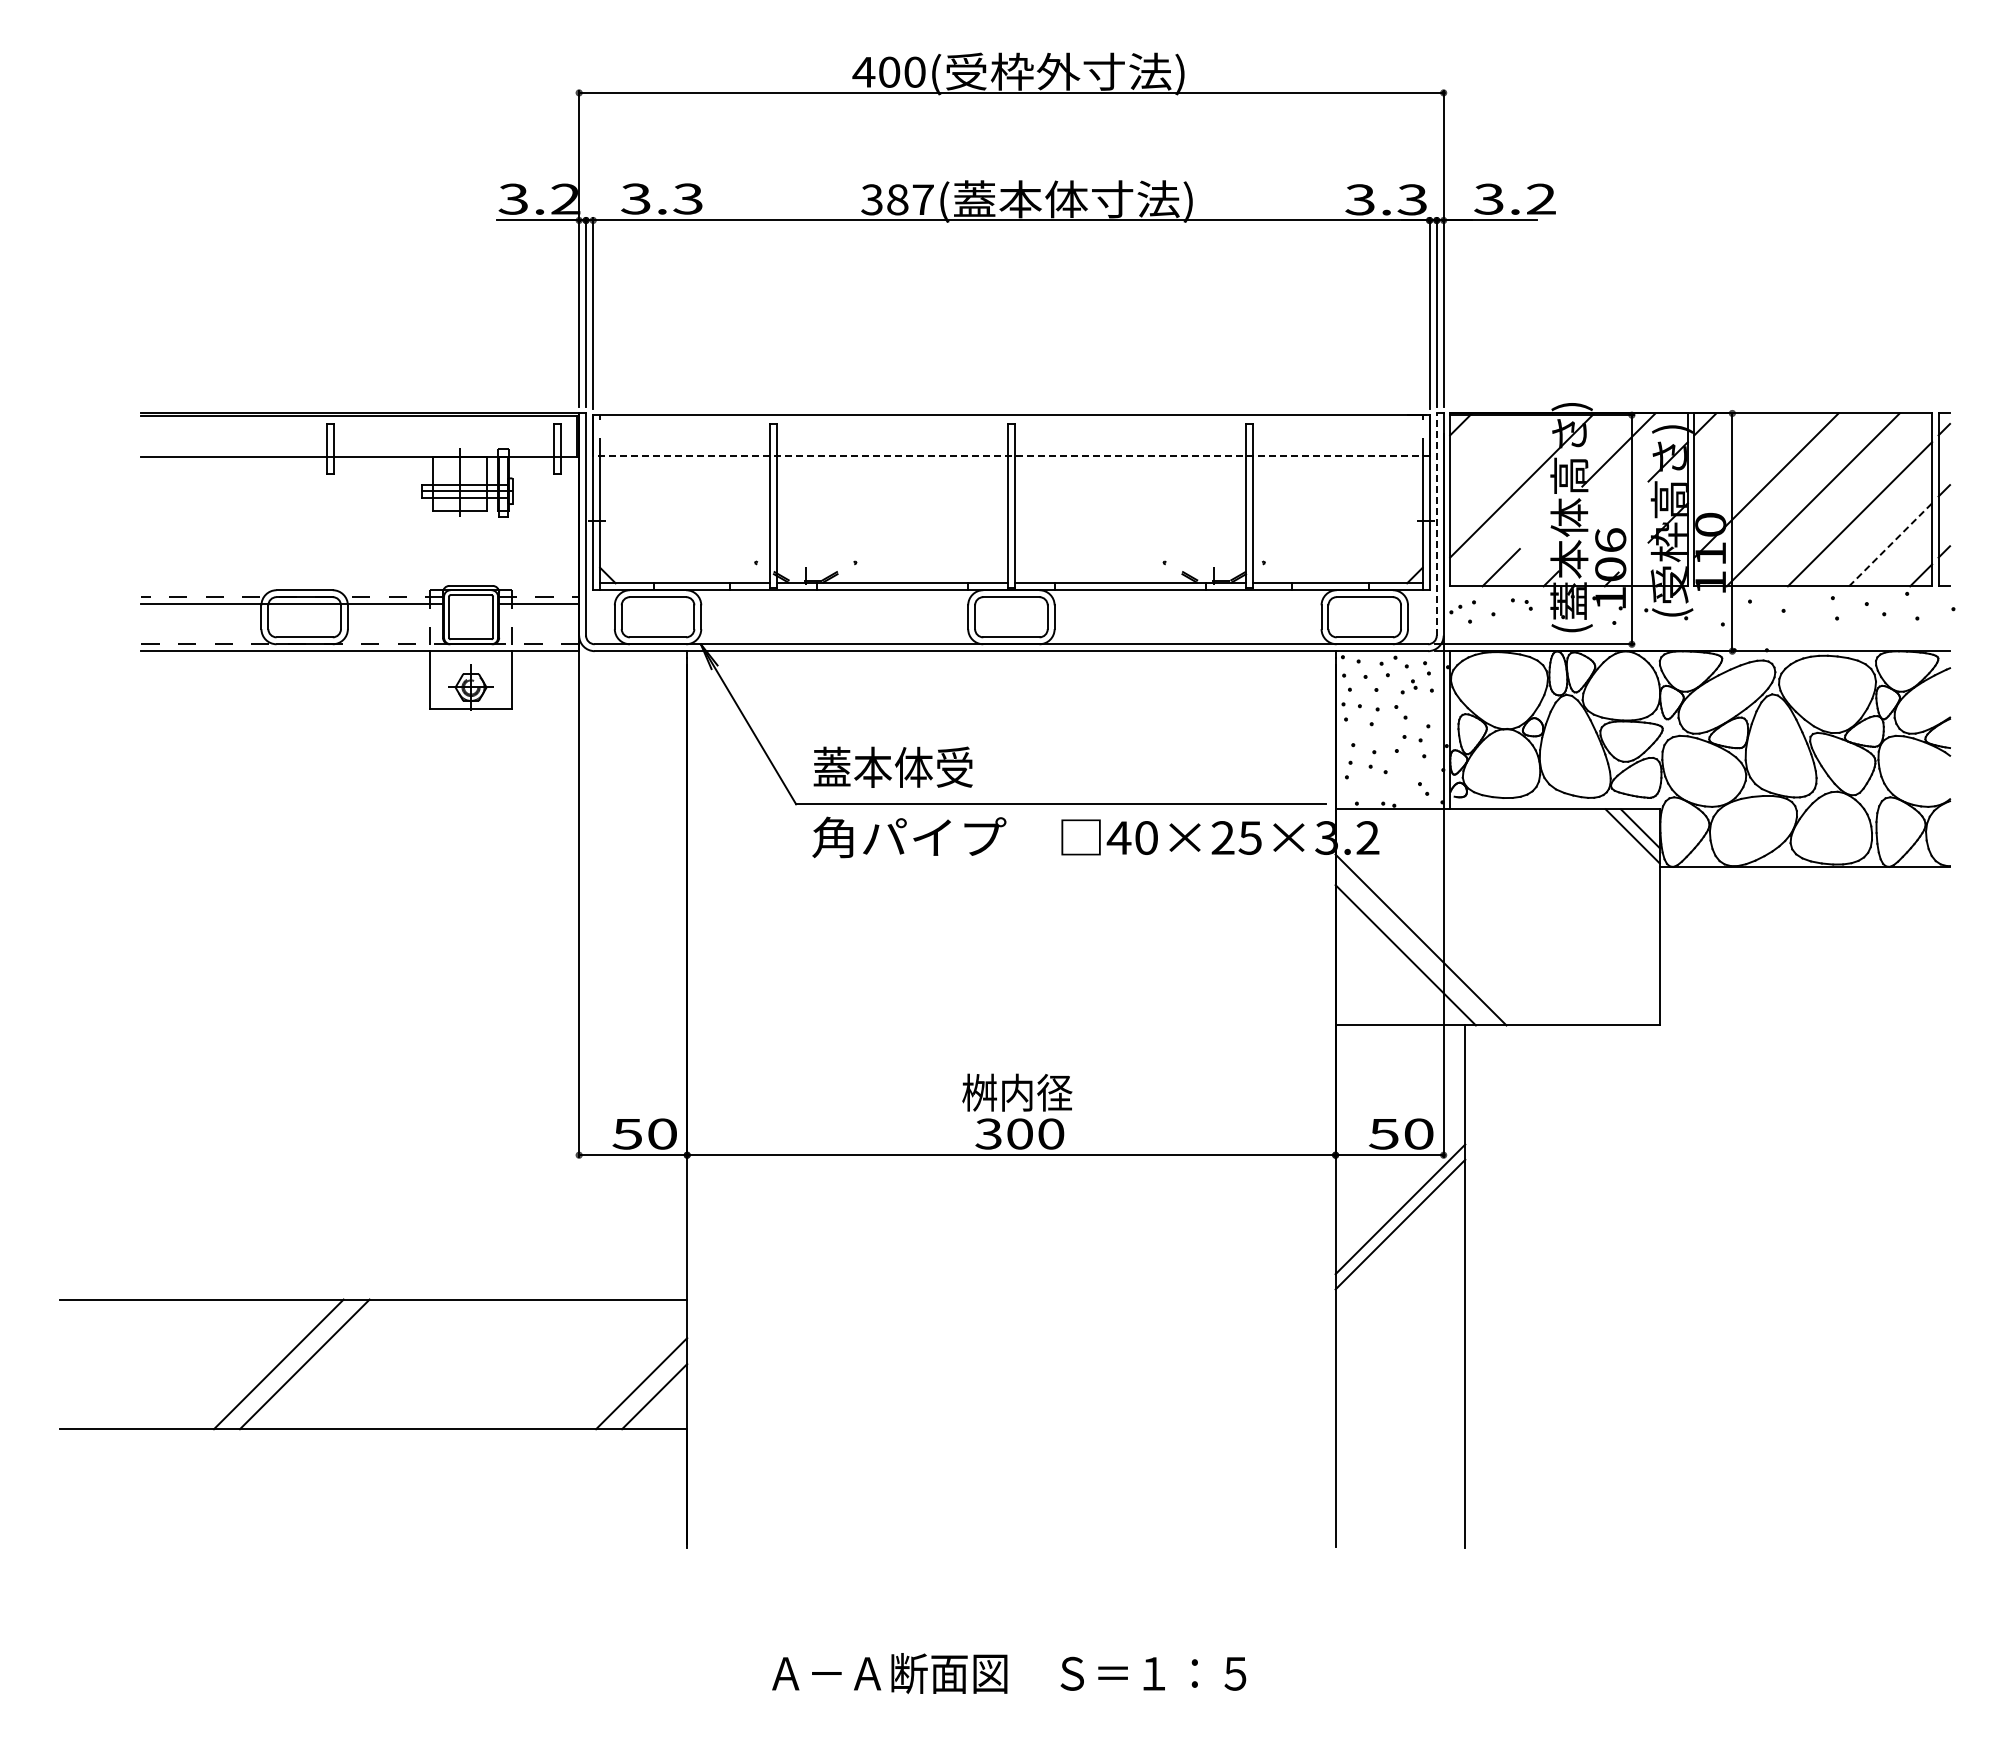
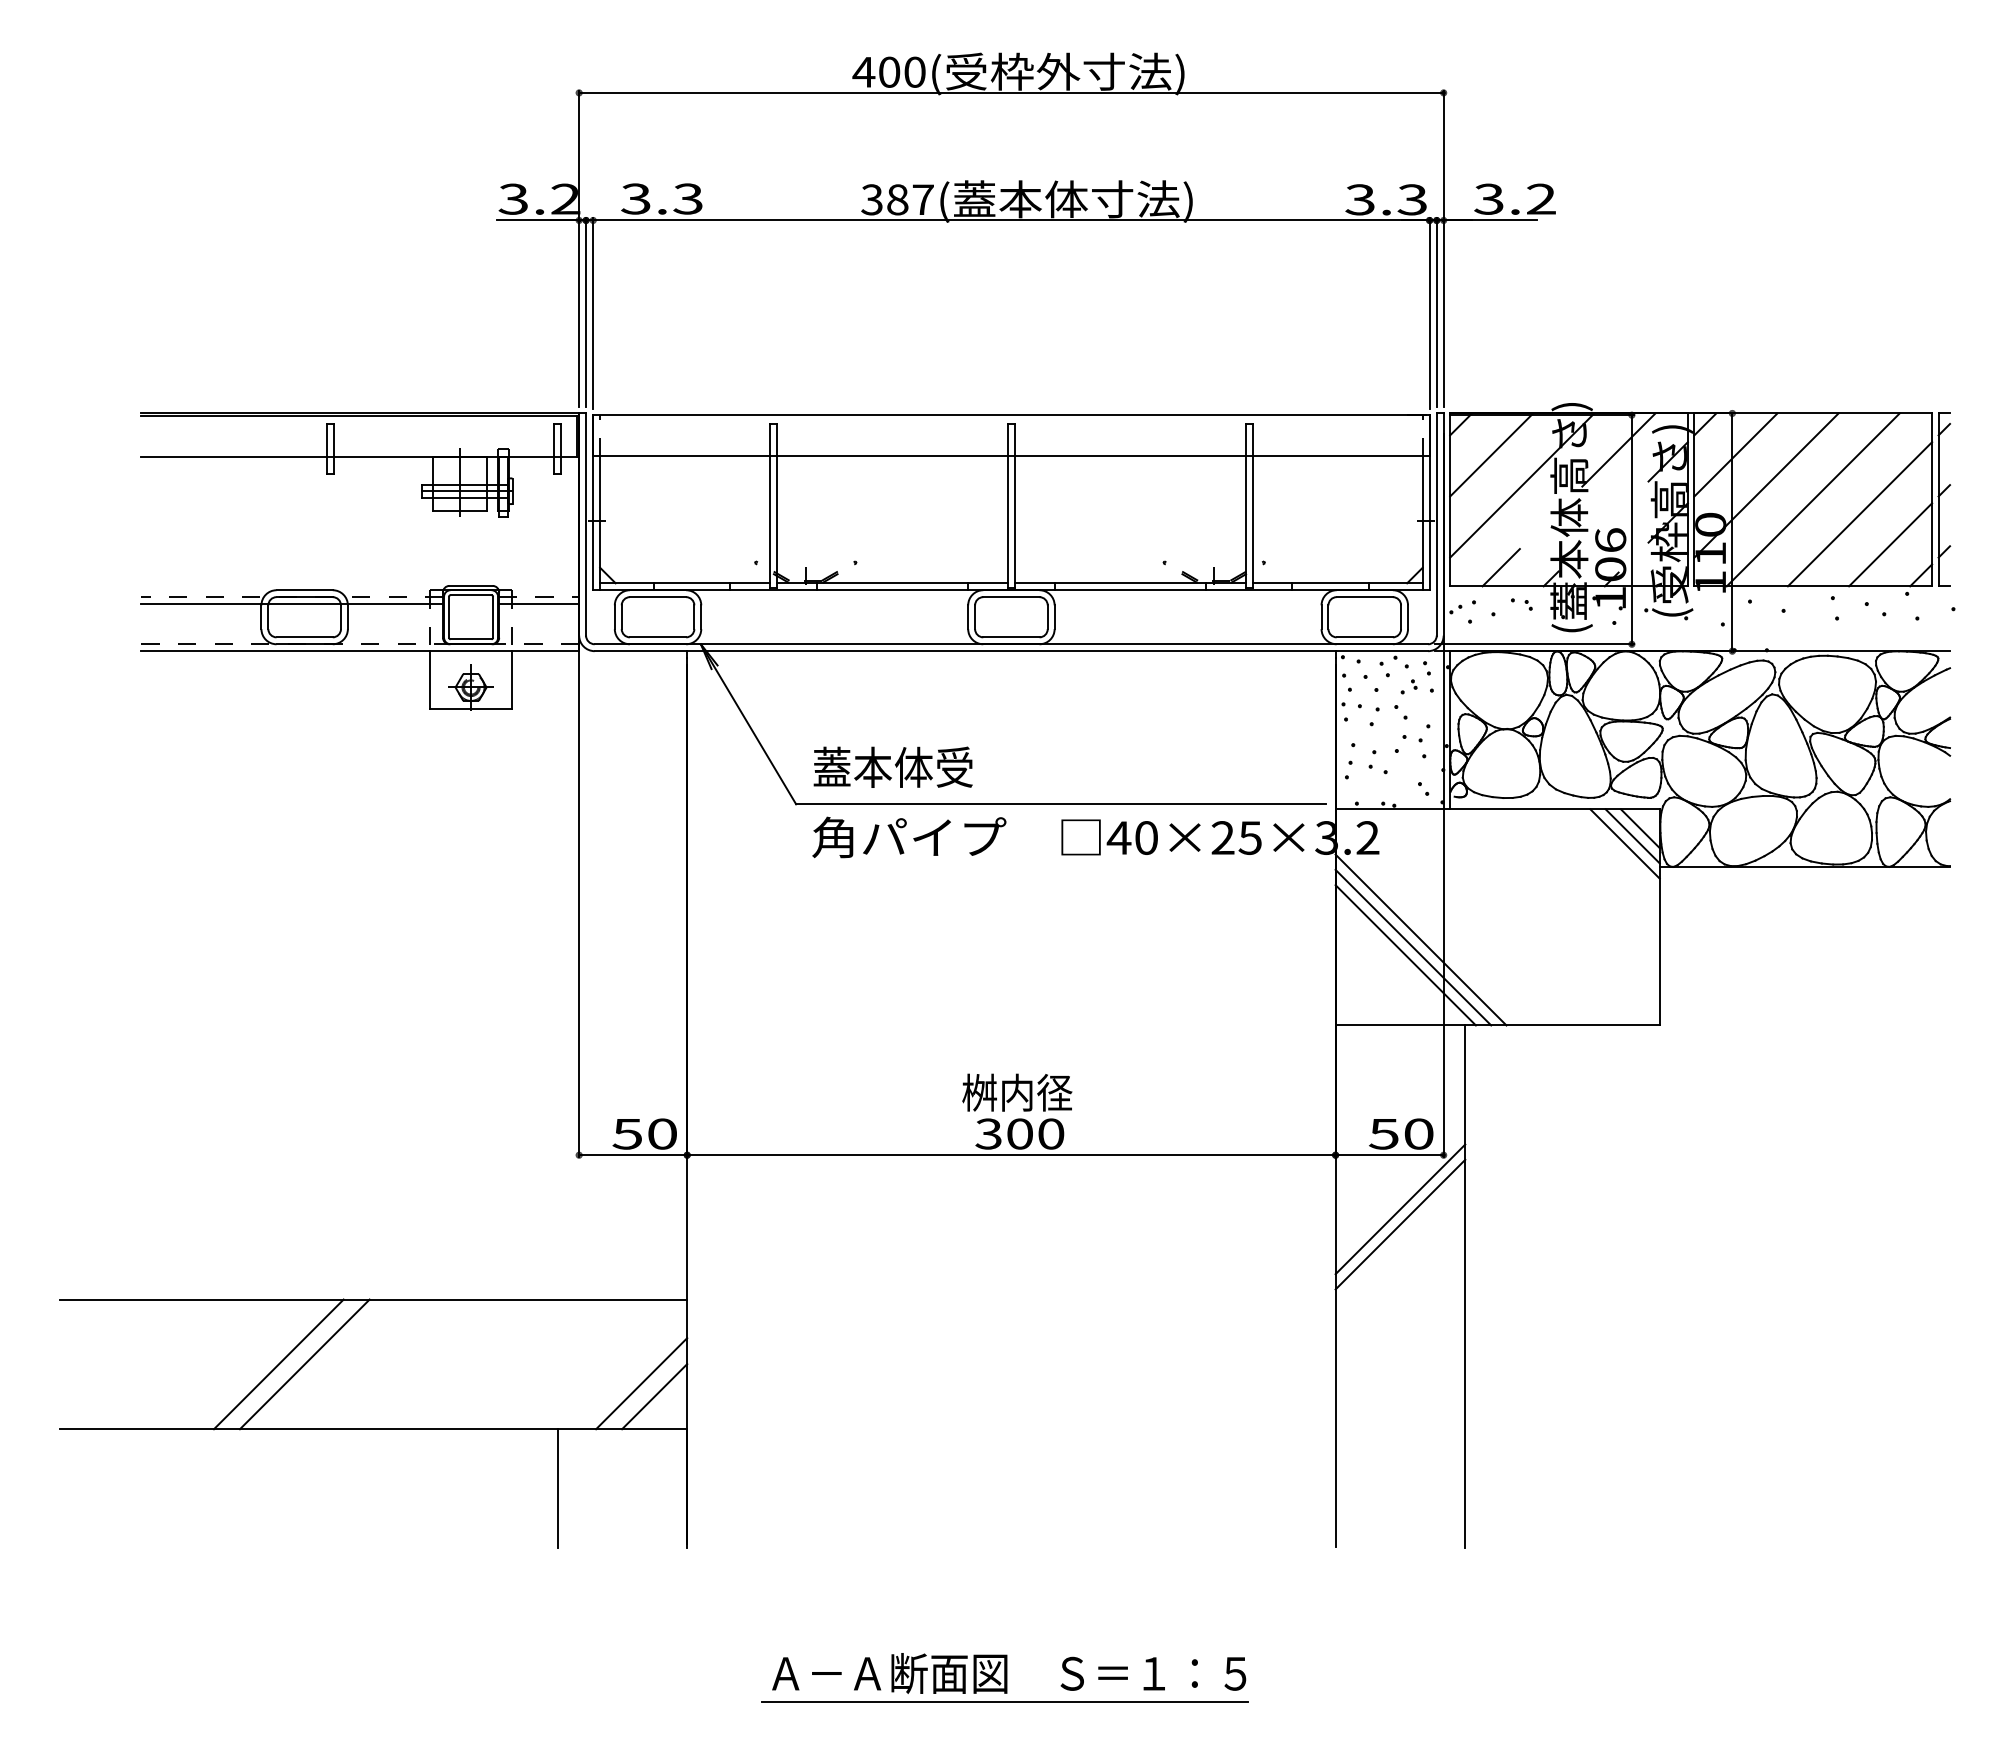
line at (1491, 454): none -> present
line at (1735, 454): none -> present
line at (1010, 456): dashed -> solid
line at (1436, 524): dashed -> solid
line at (1890, 544): dashed -> solid
line at (1624, 843): none -> present
line at (1413, 947): none -> present
line at (557, 1488): none -> present
line at (1004, 1701): none -> present
